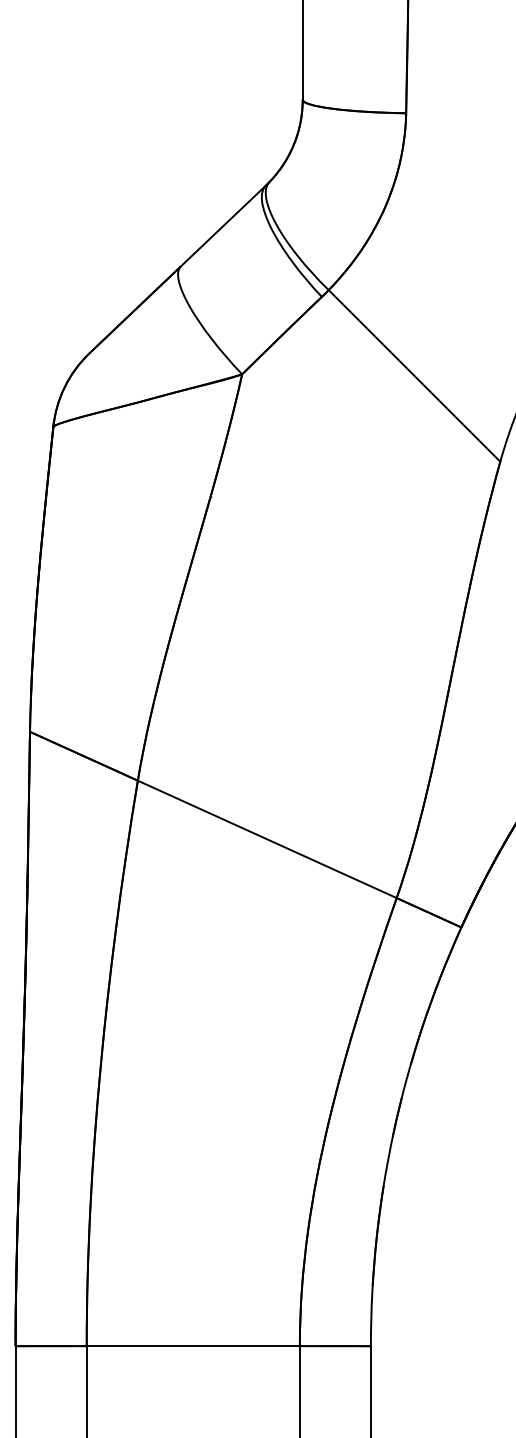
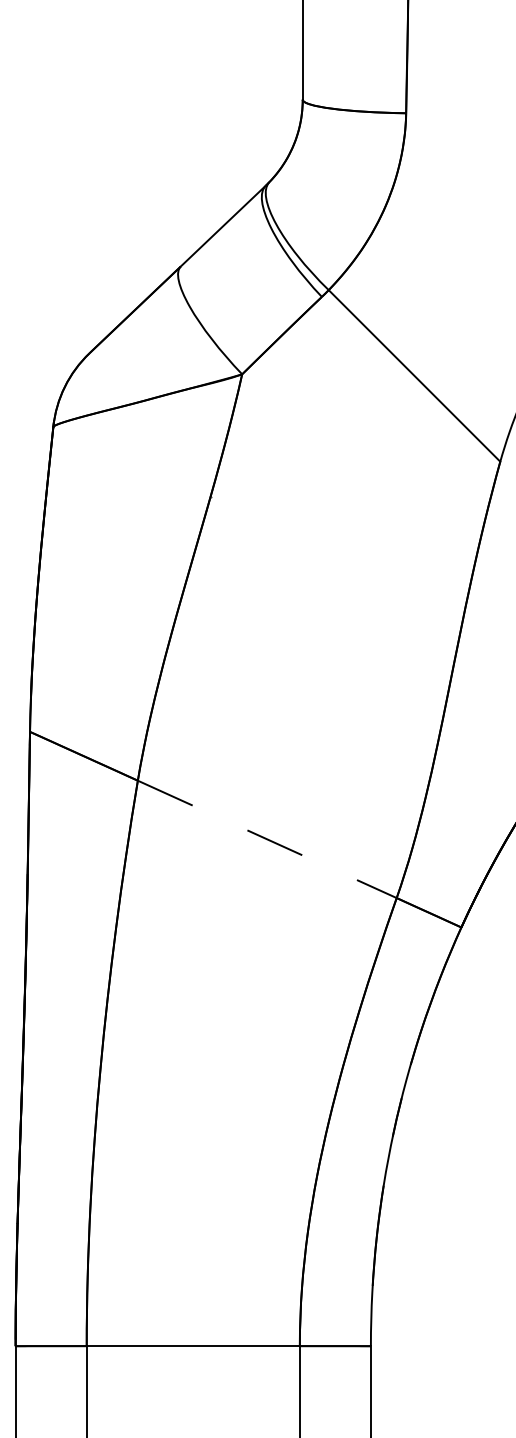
line at (267, 839): solid -> dashed
